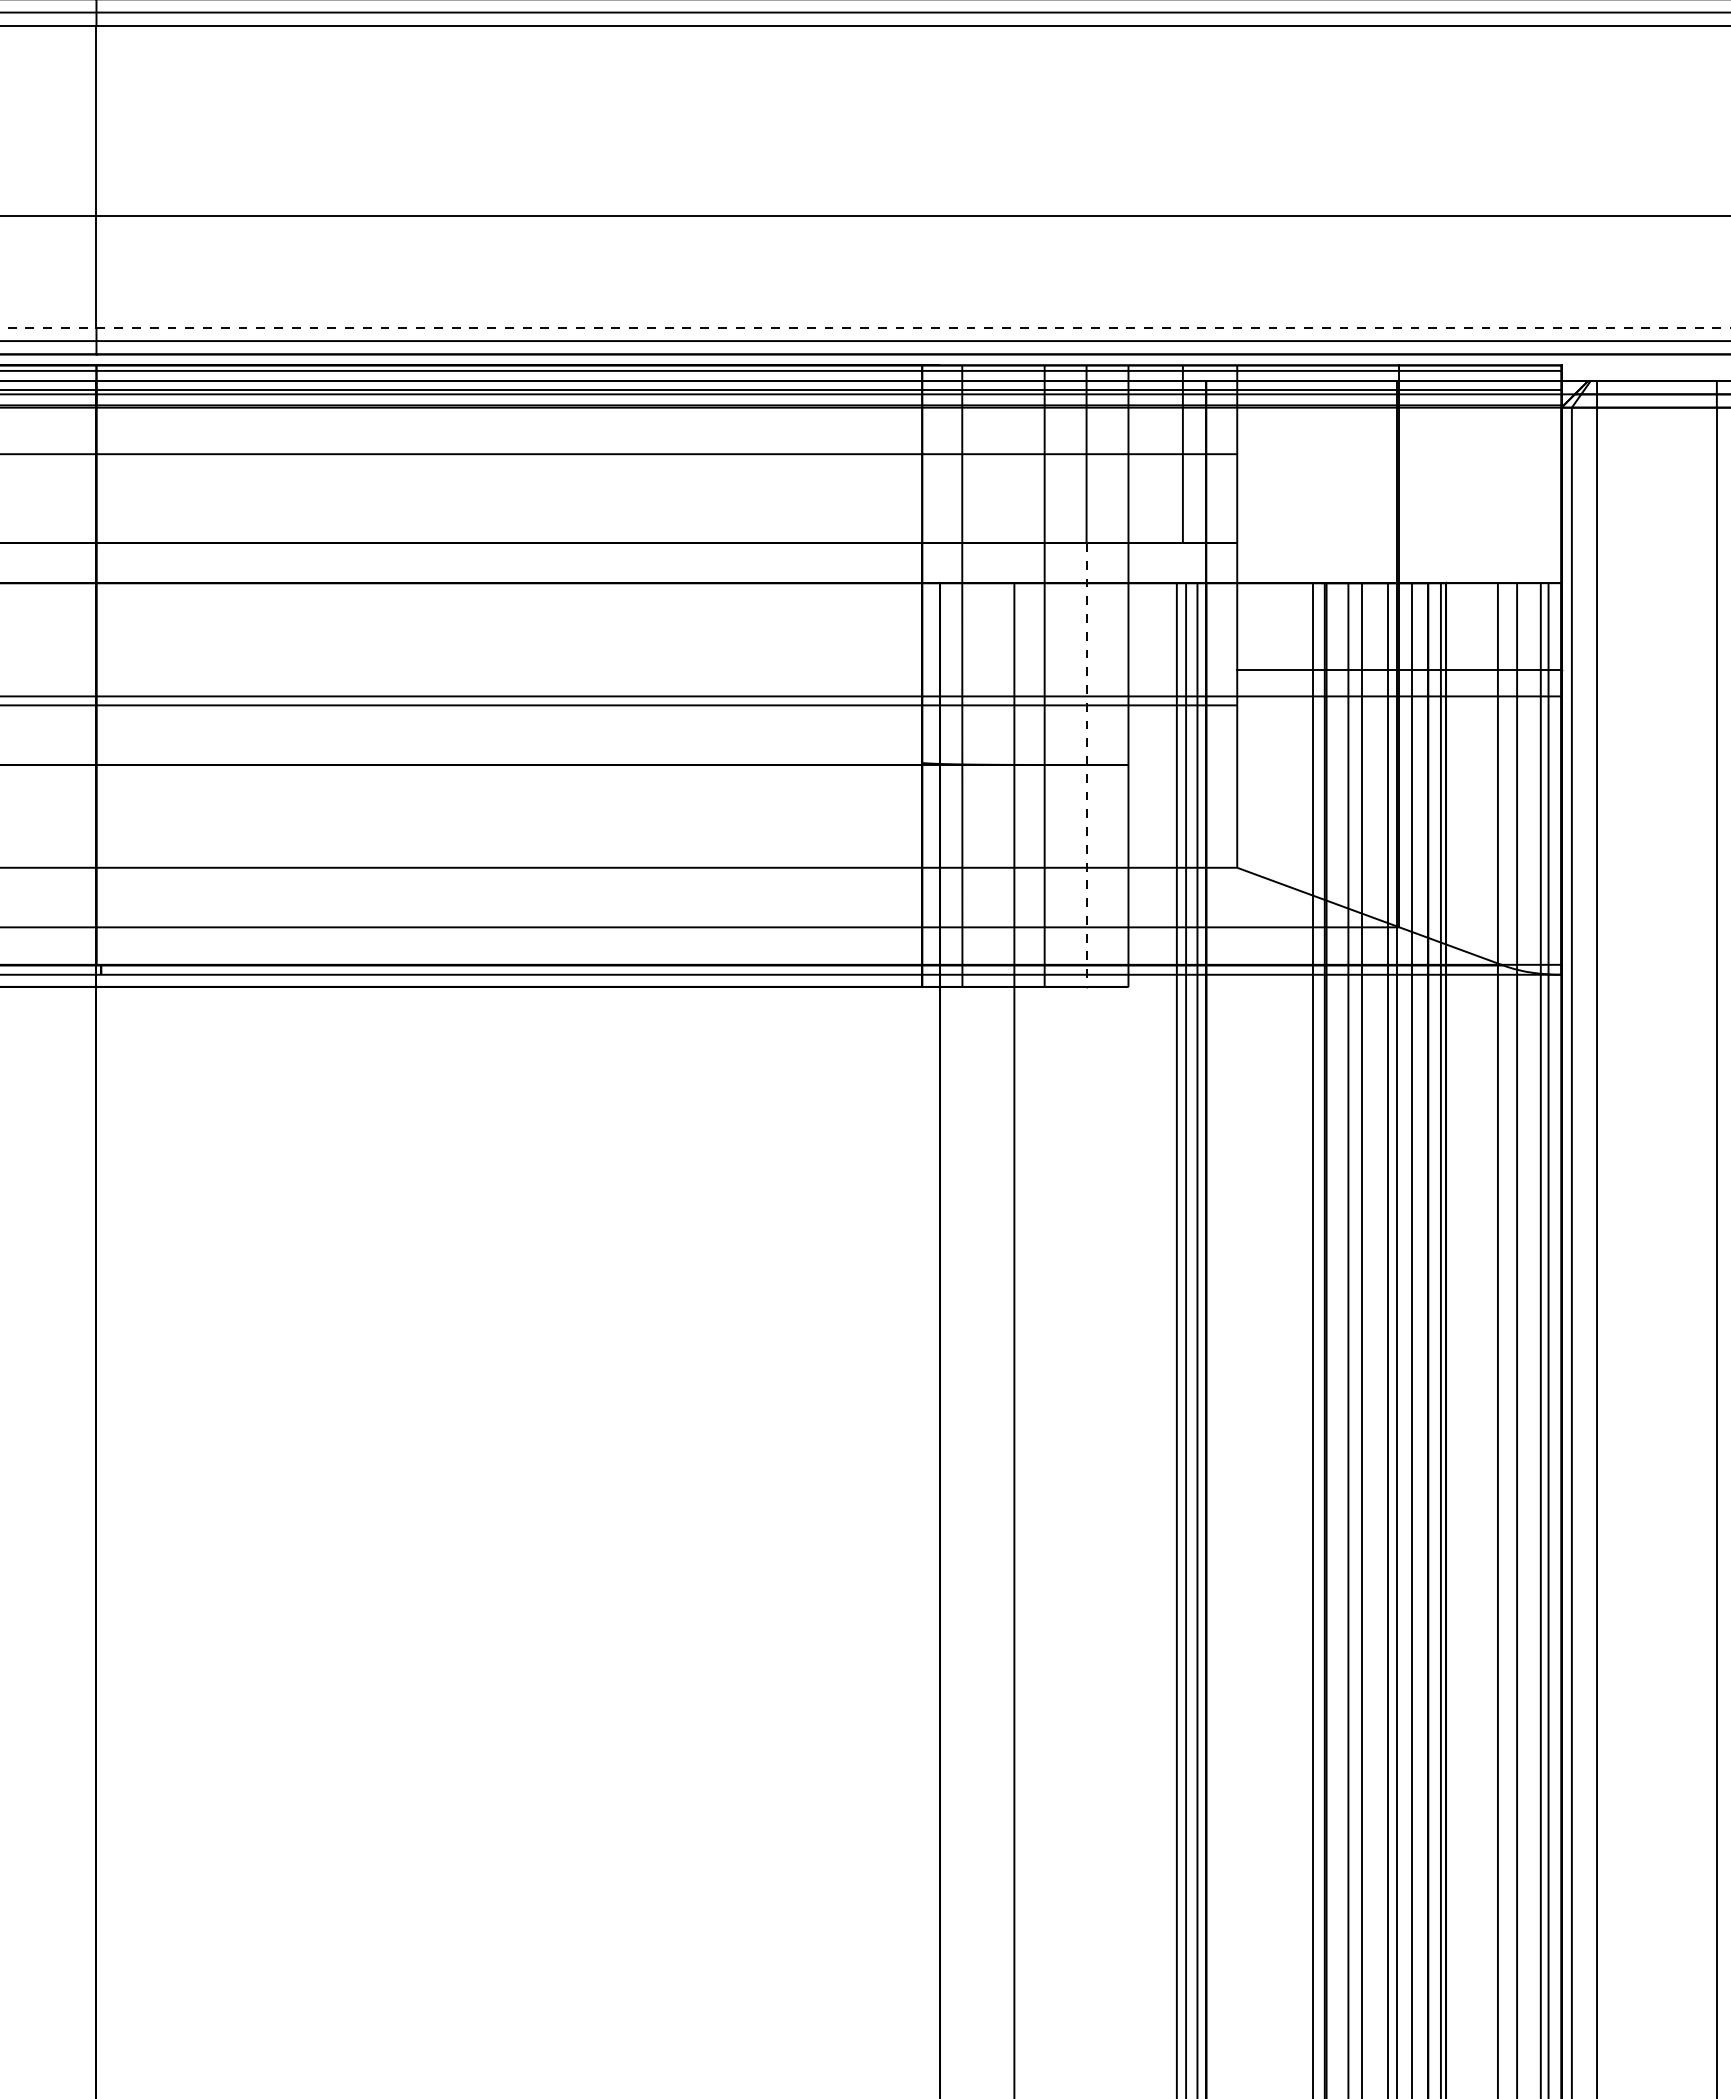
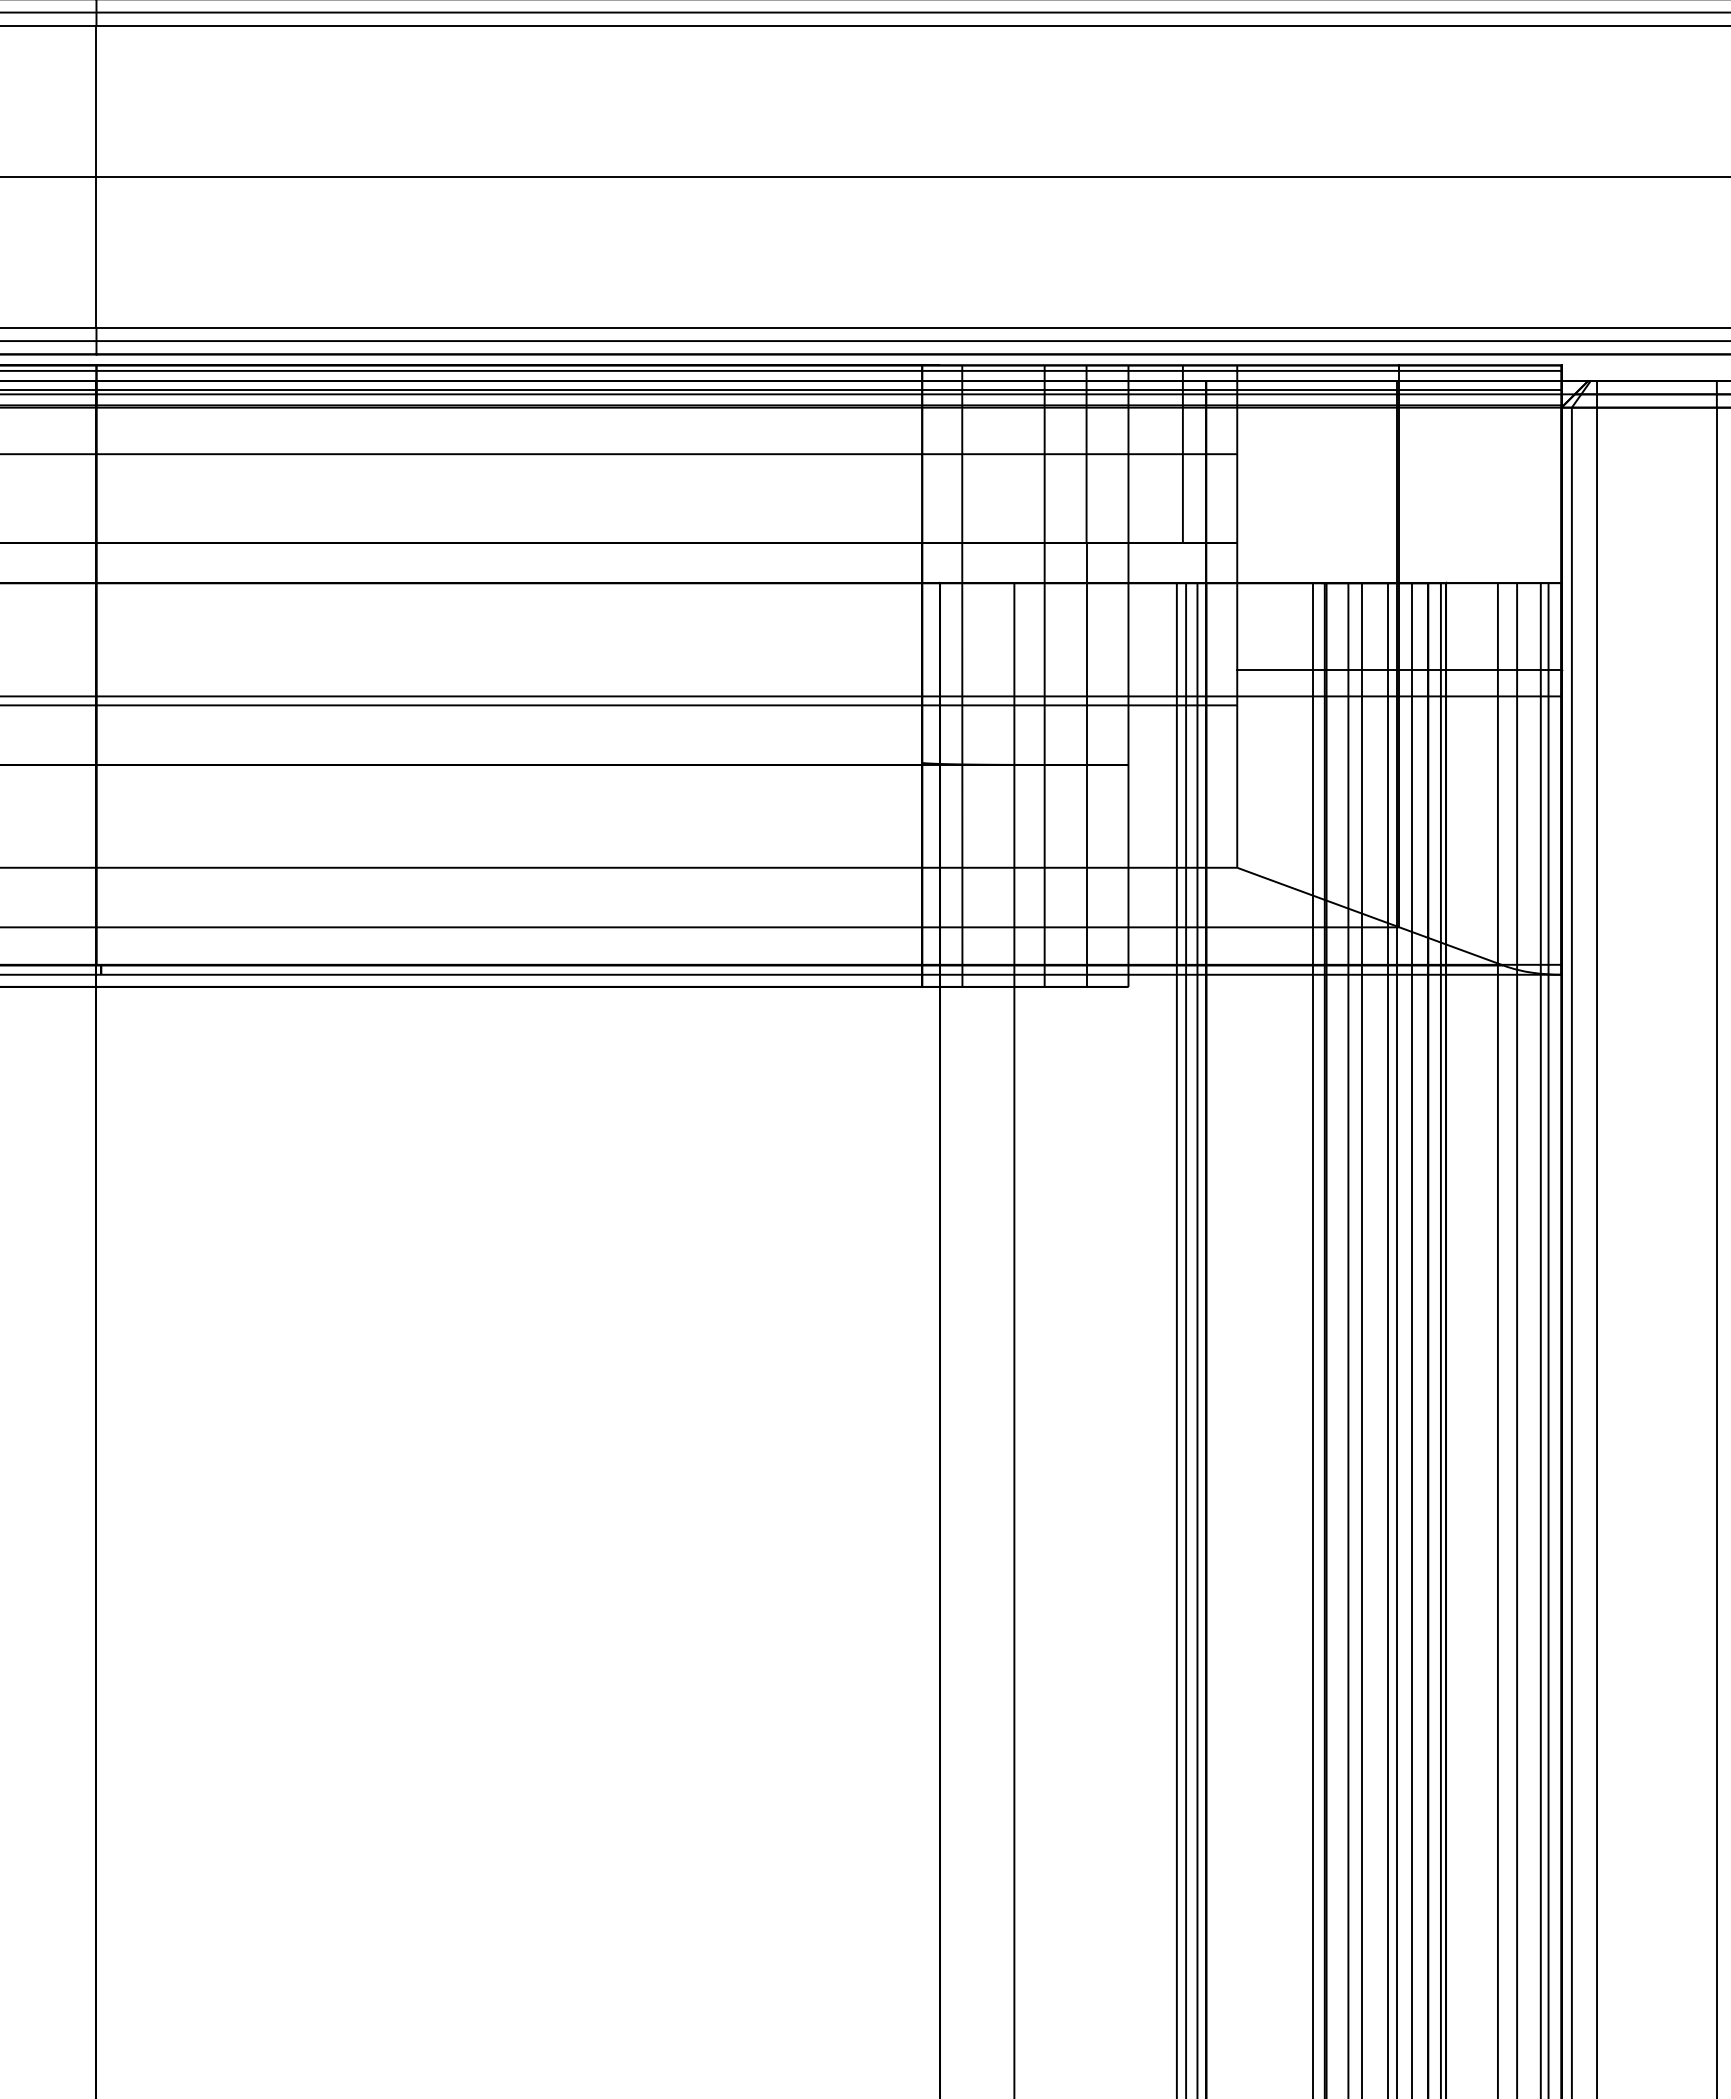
line at (864, 215) position: (864, 215) -> (864, 176)
line at (865, 327): dashed -> solid
line at (1086, 764): dashed -> solid
